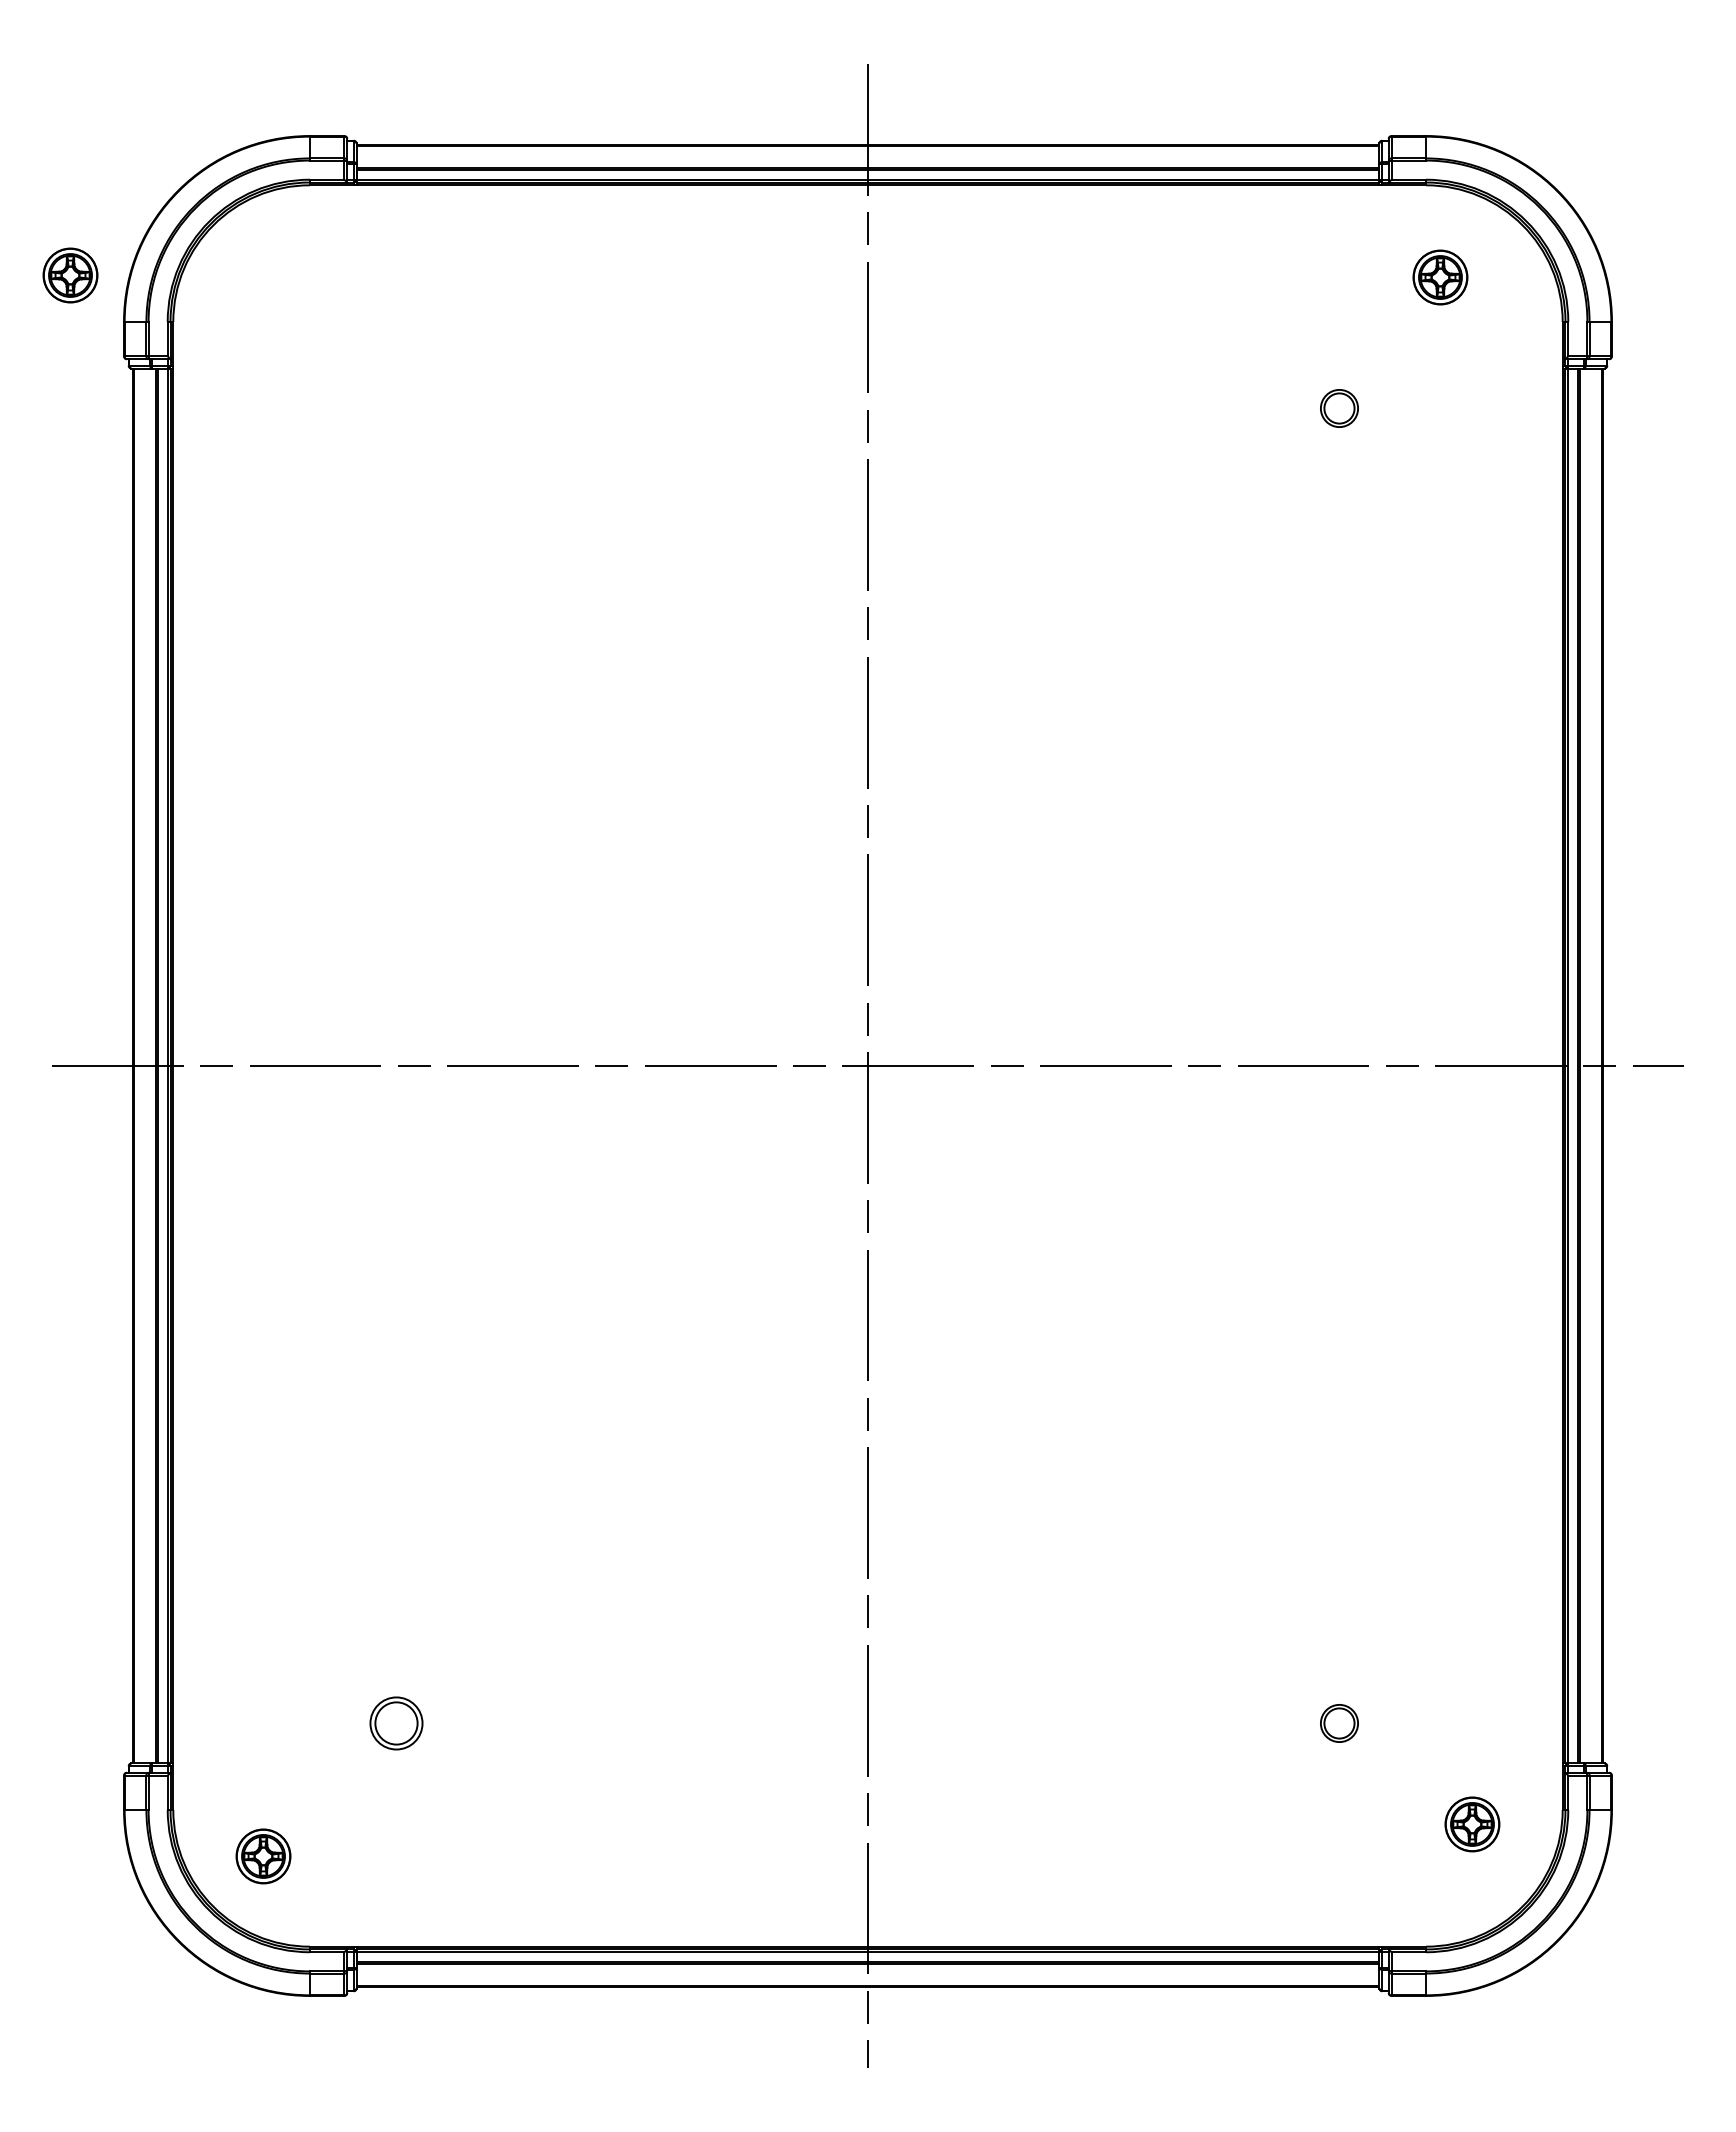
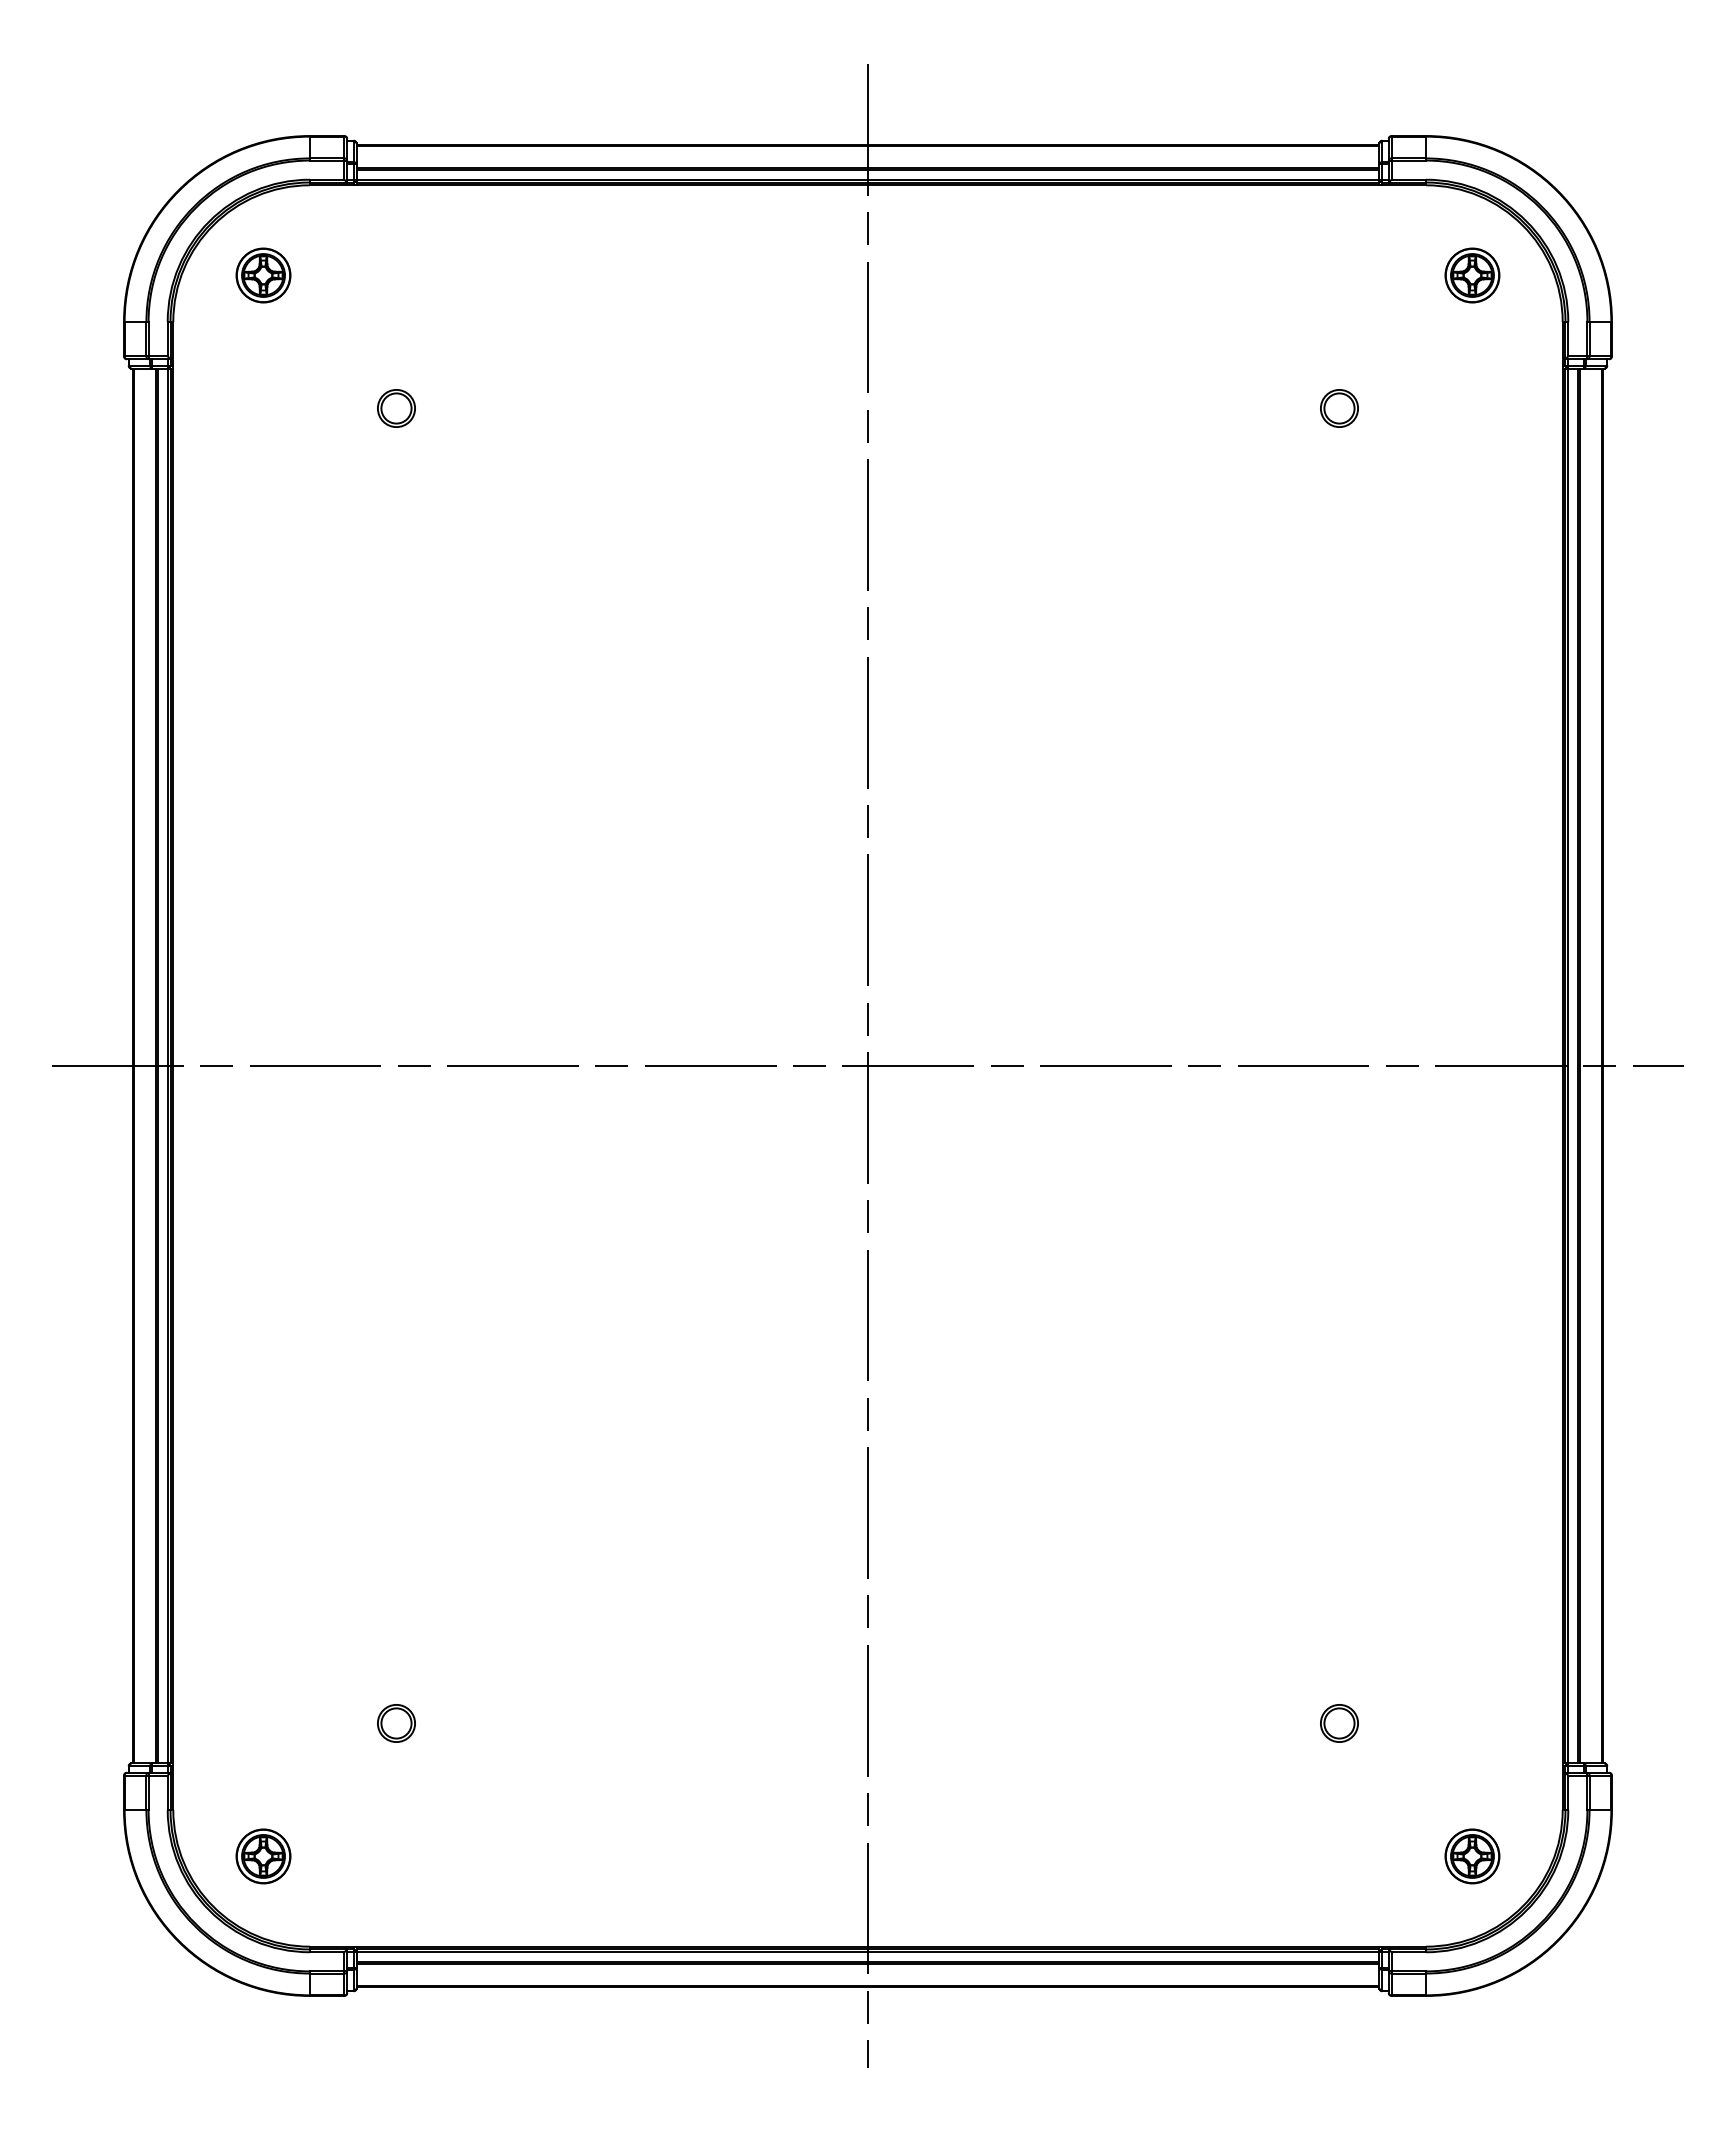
part at (70, 275) position: (70, 275) -> (263, 275)
part at (1440, 277) position: (1440, 277) -> (1472, 275)
part at (396, 408): none -> present
part at (396, 1723) size: 55x55 px -> 39x39 px
part at (1472, 1824) position: (1472, 1824) -> (1472, 1856)
